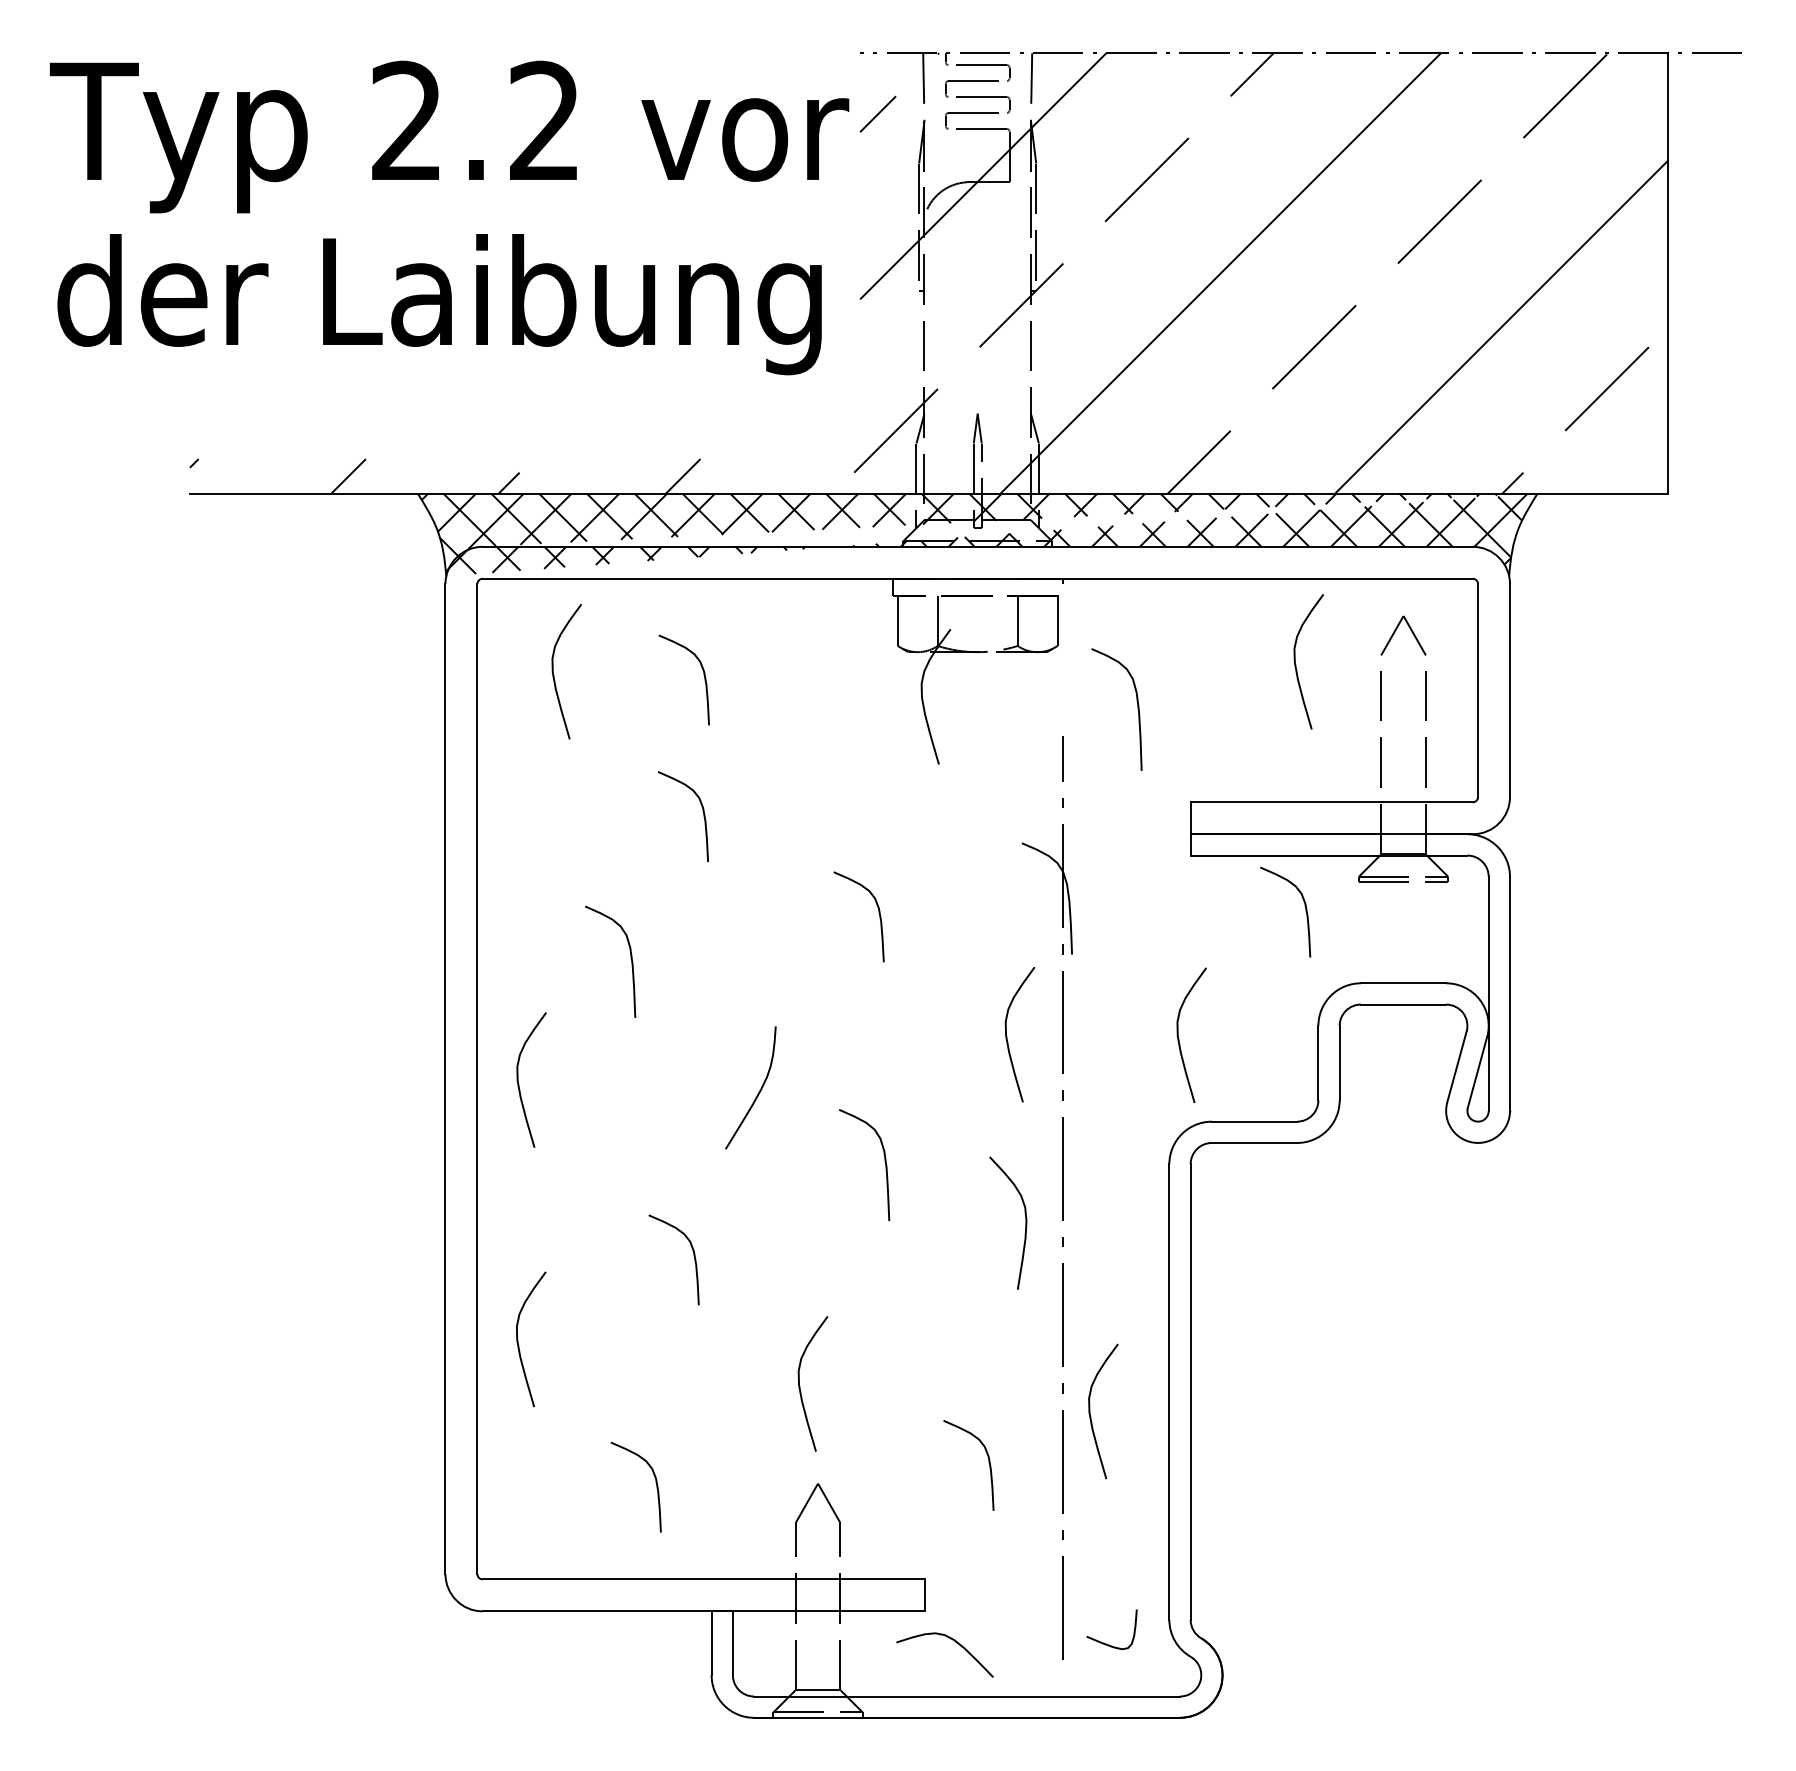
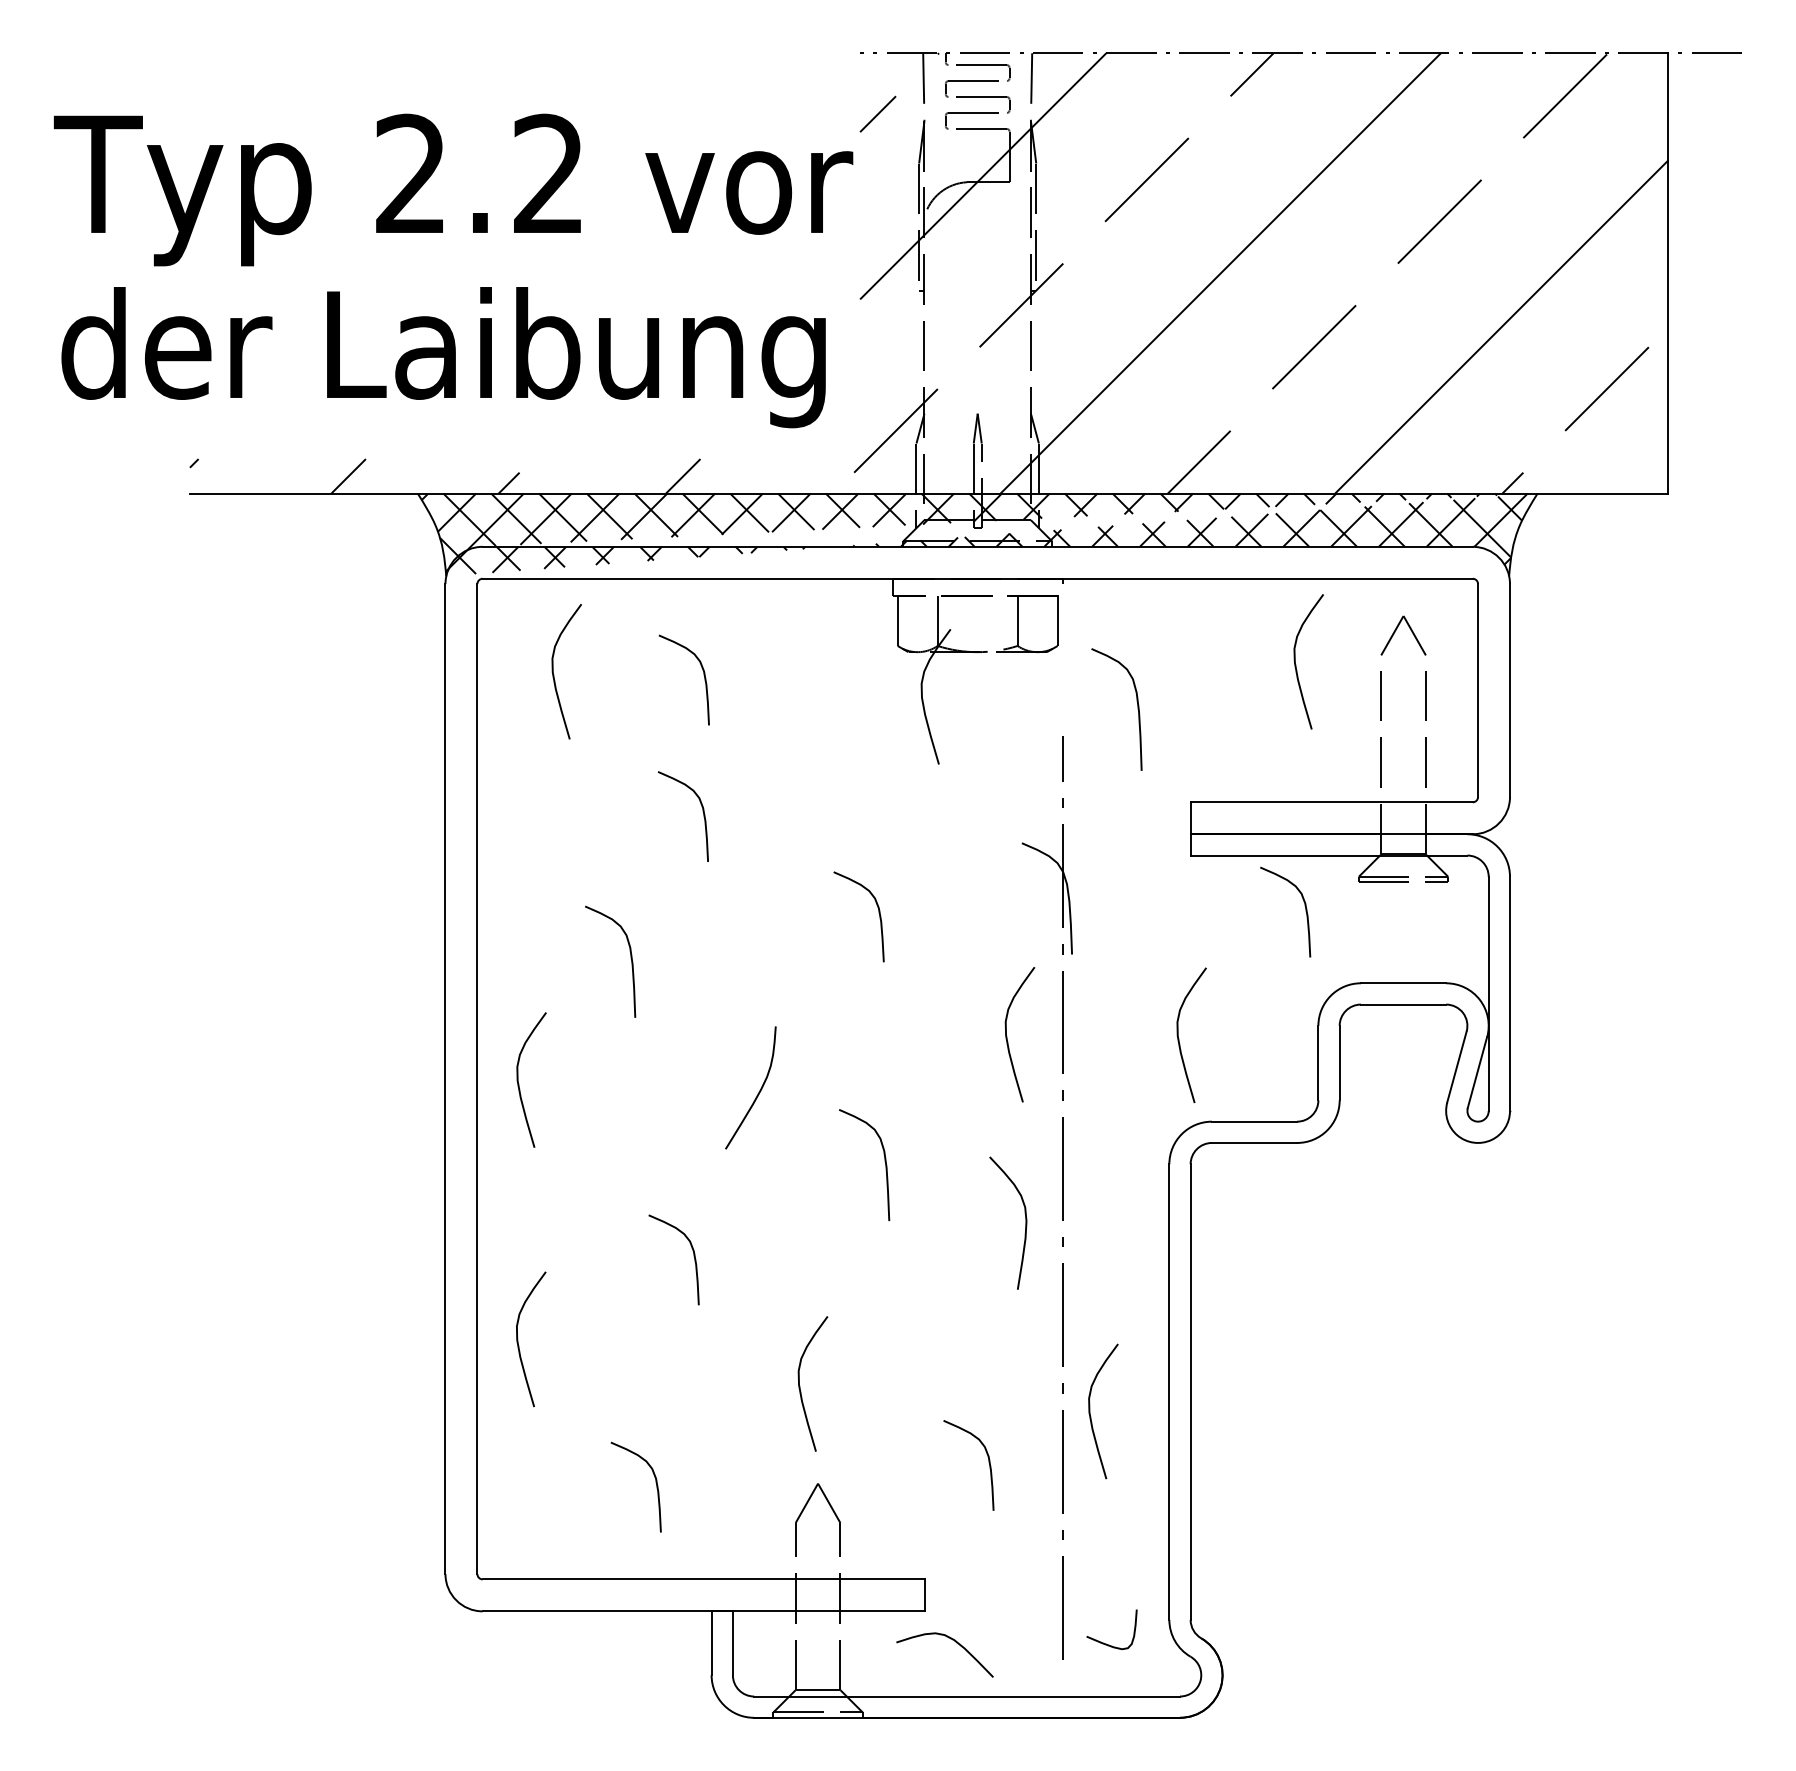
text at (449, 217) position: (449, 217) -> (453, 270)
